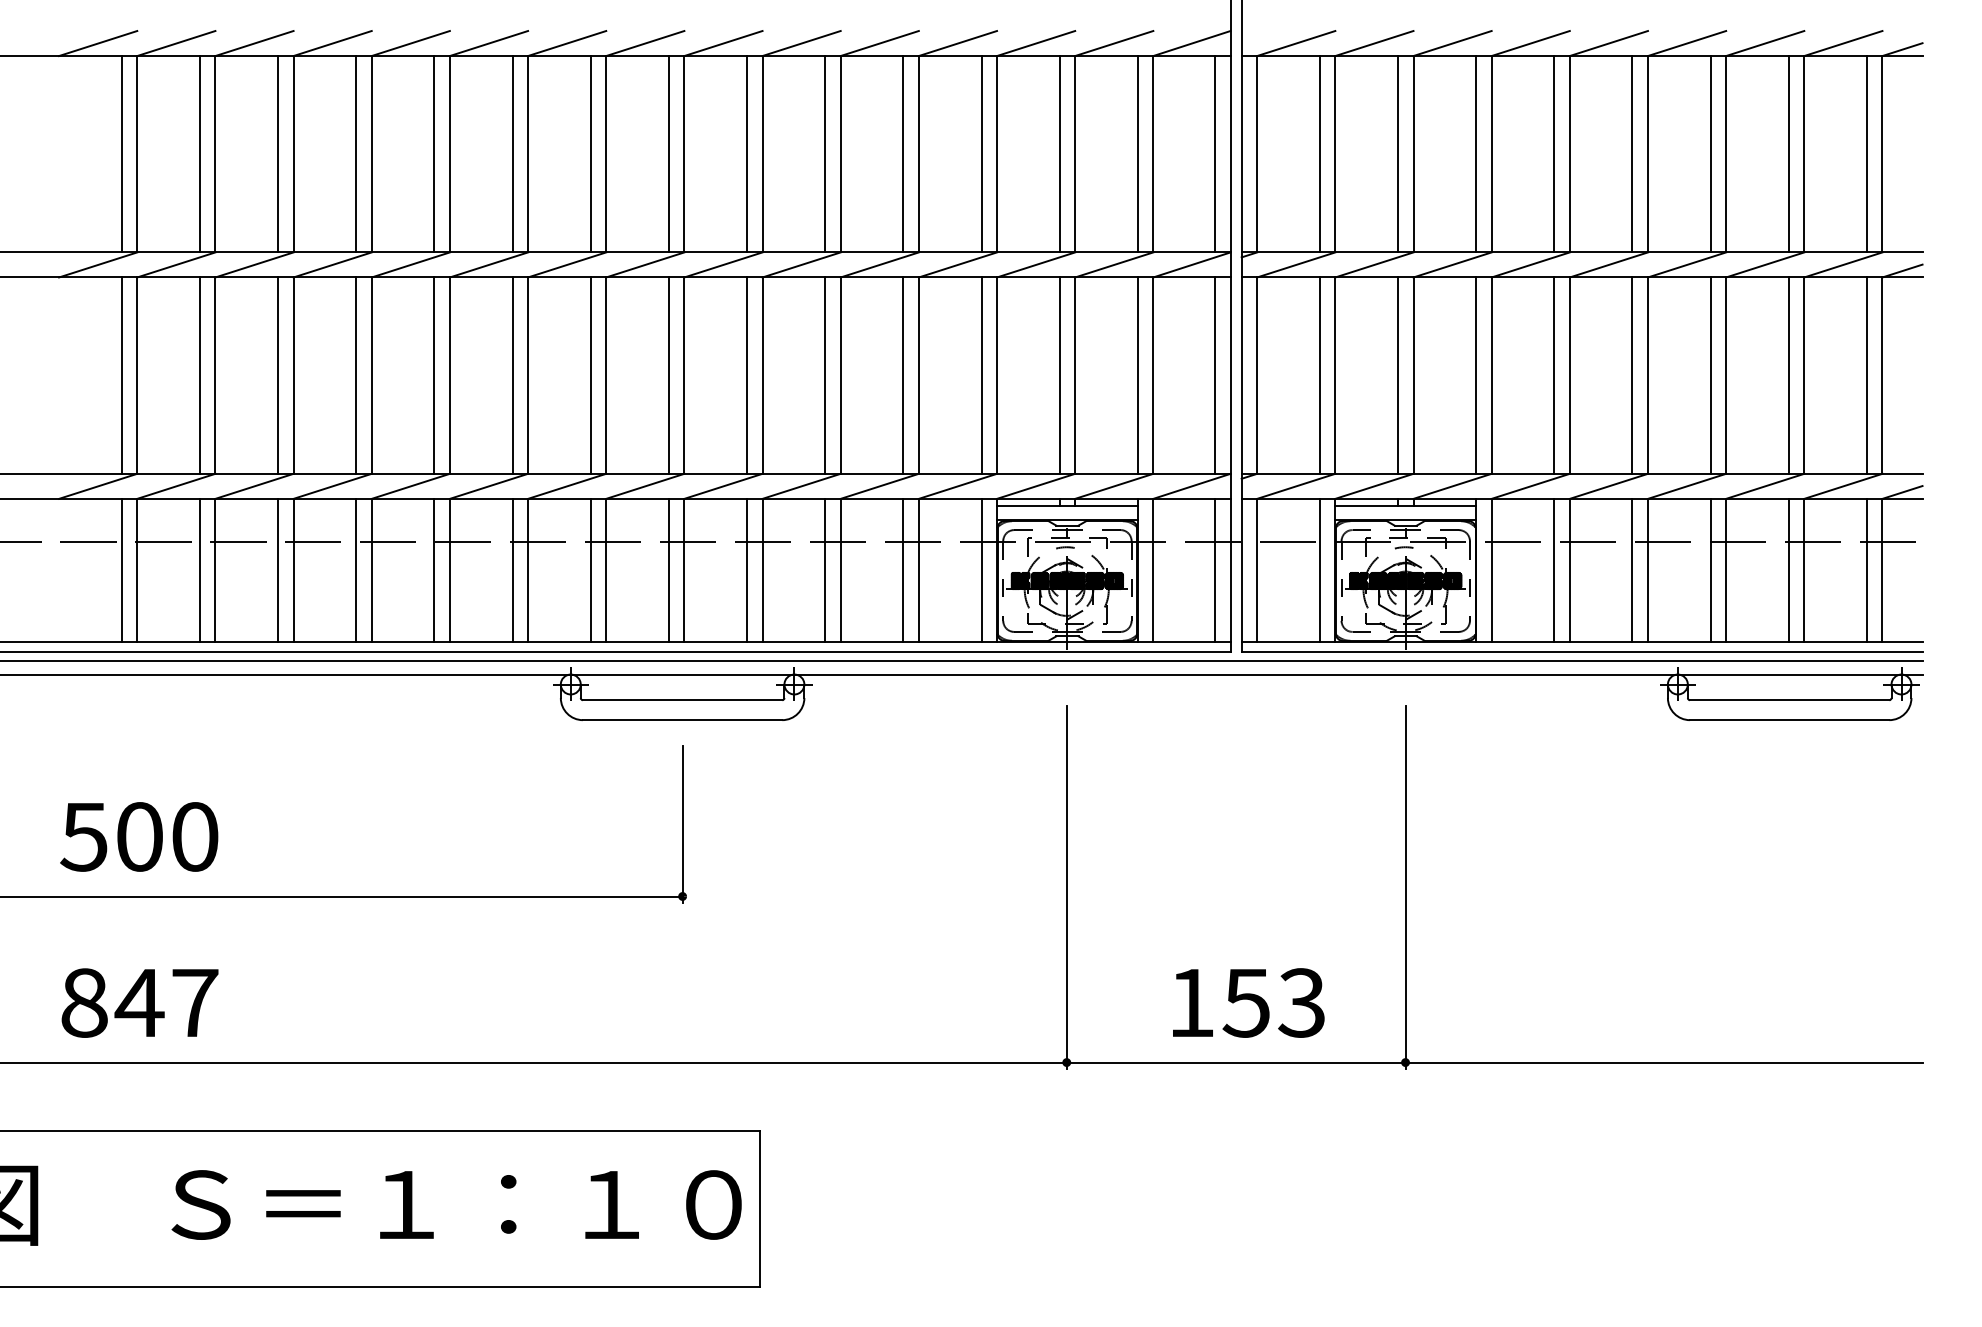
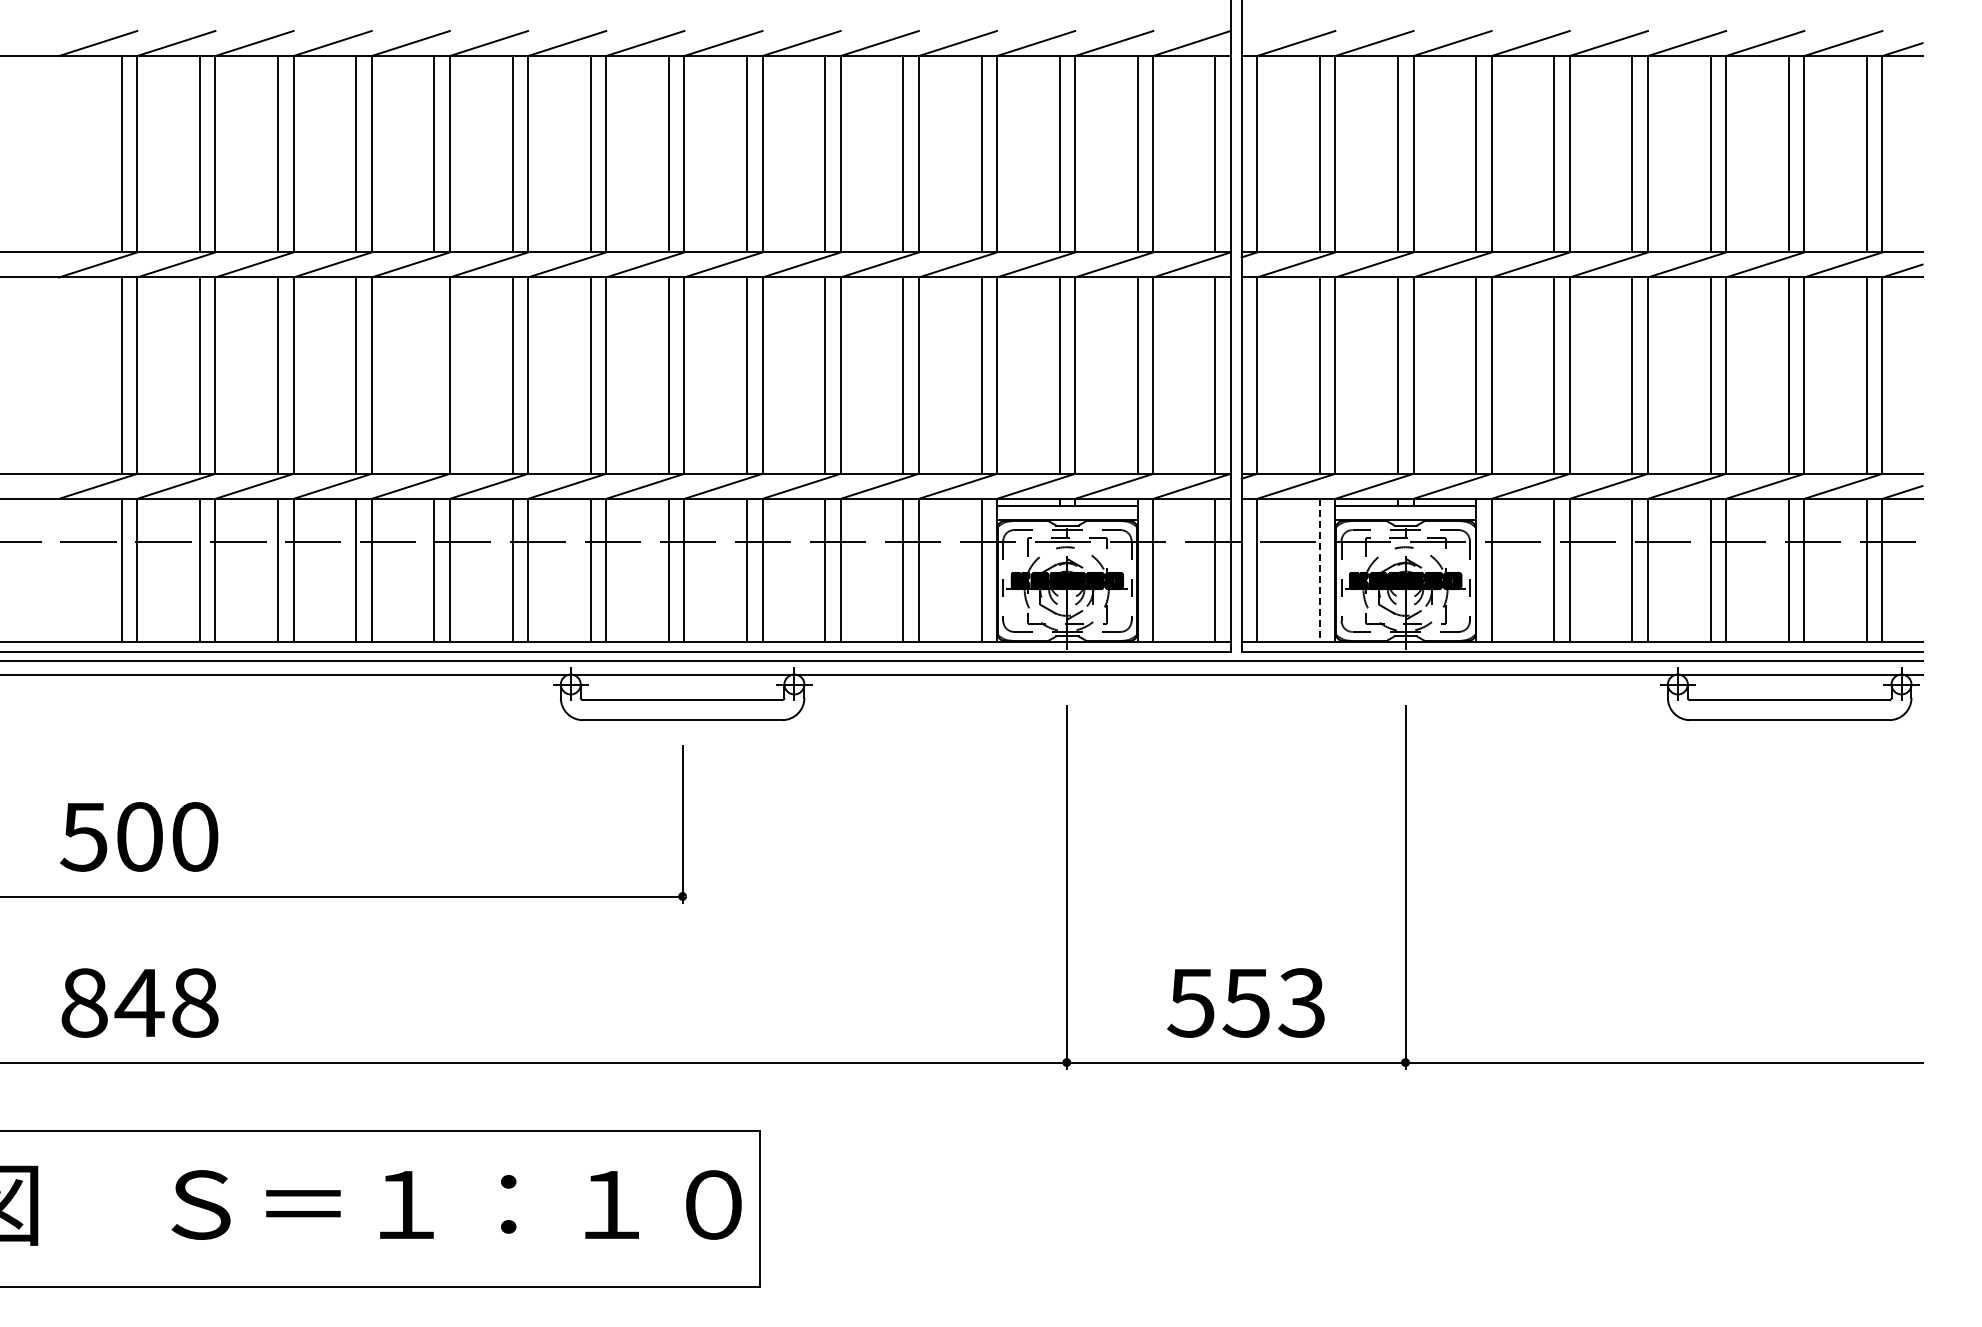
line at (434, 375): present -> none
line at (1319, 570): solid -> dashed
text at (195, 1002): 847 -> 848
text at (1190, 1003): 153 -> 553
